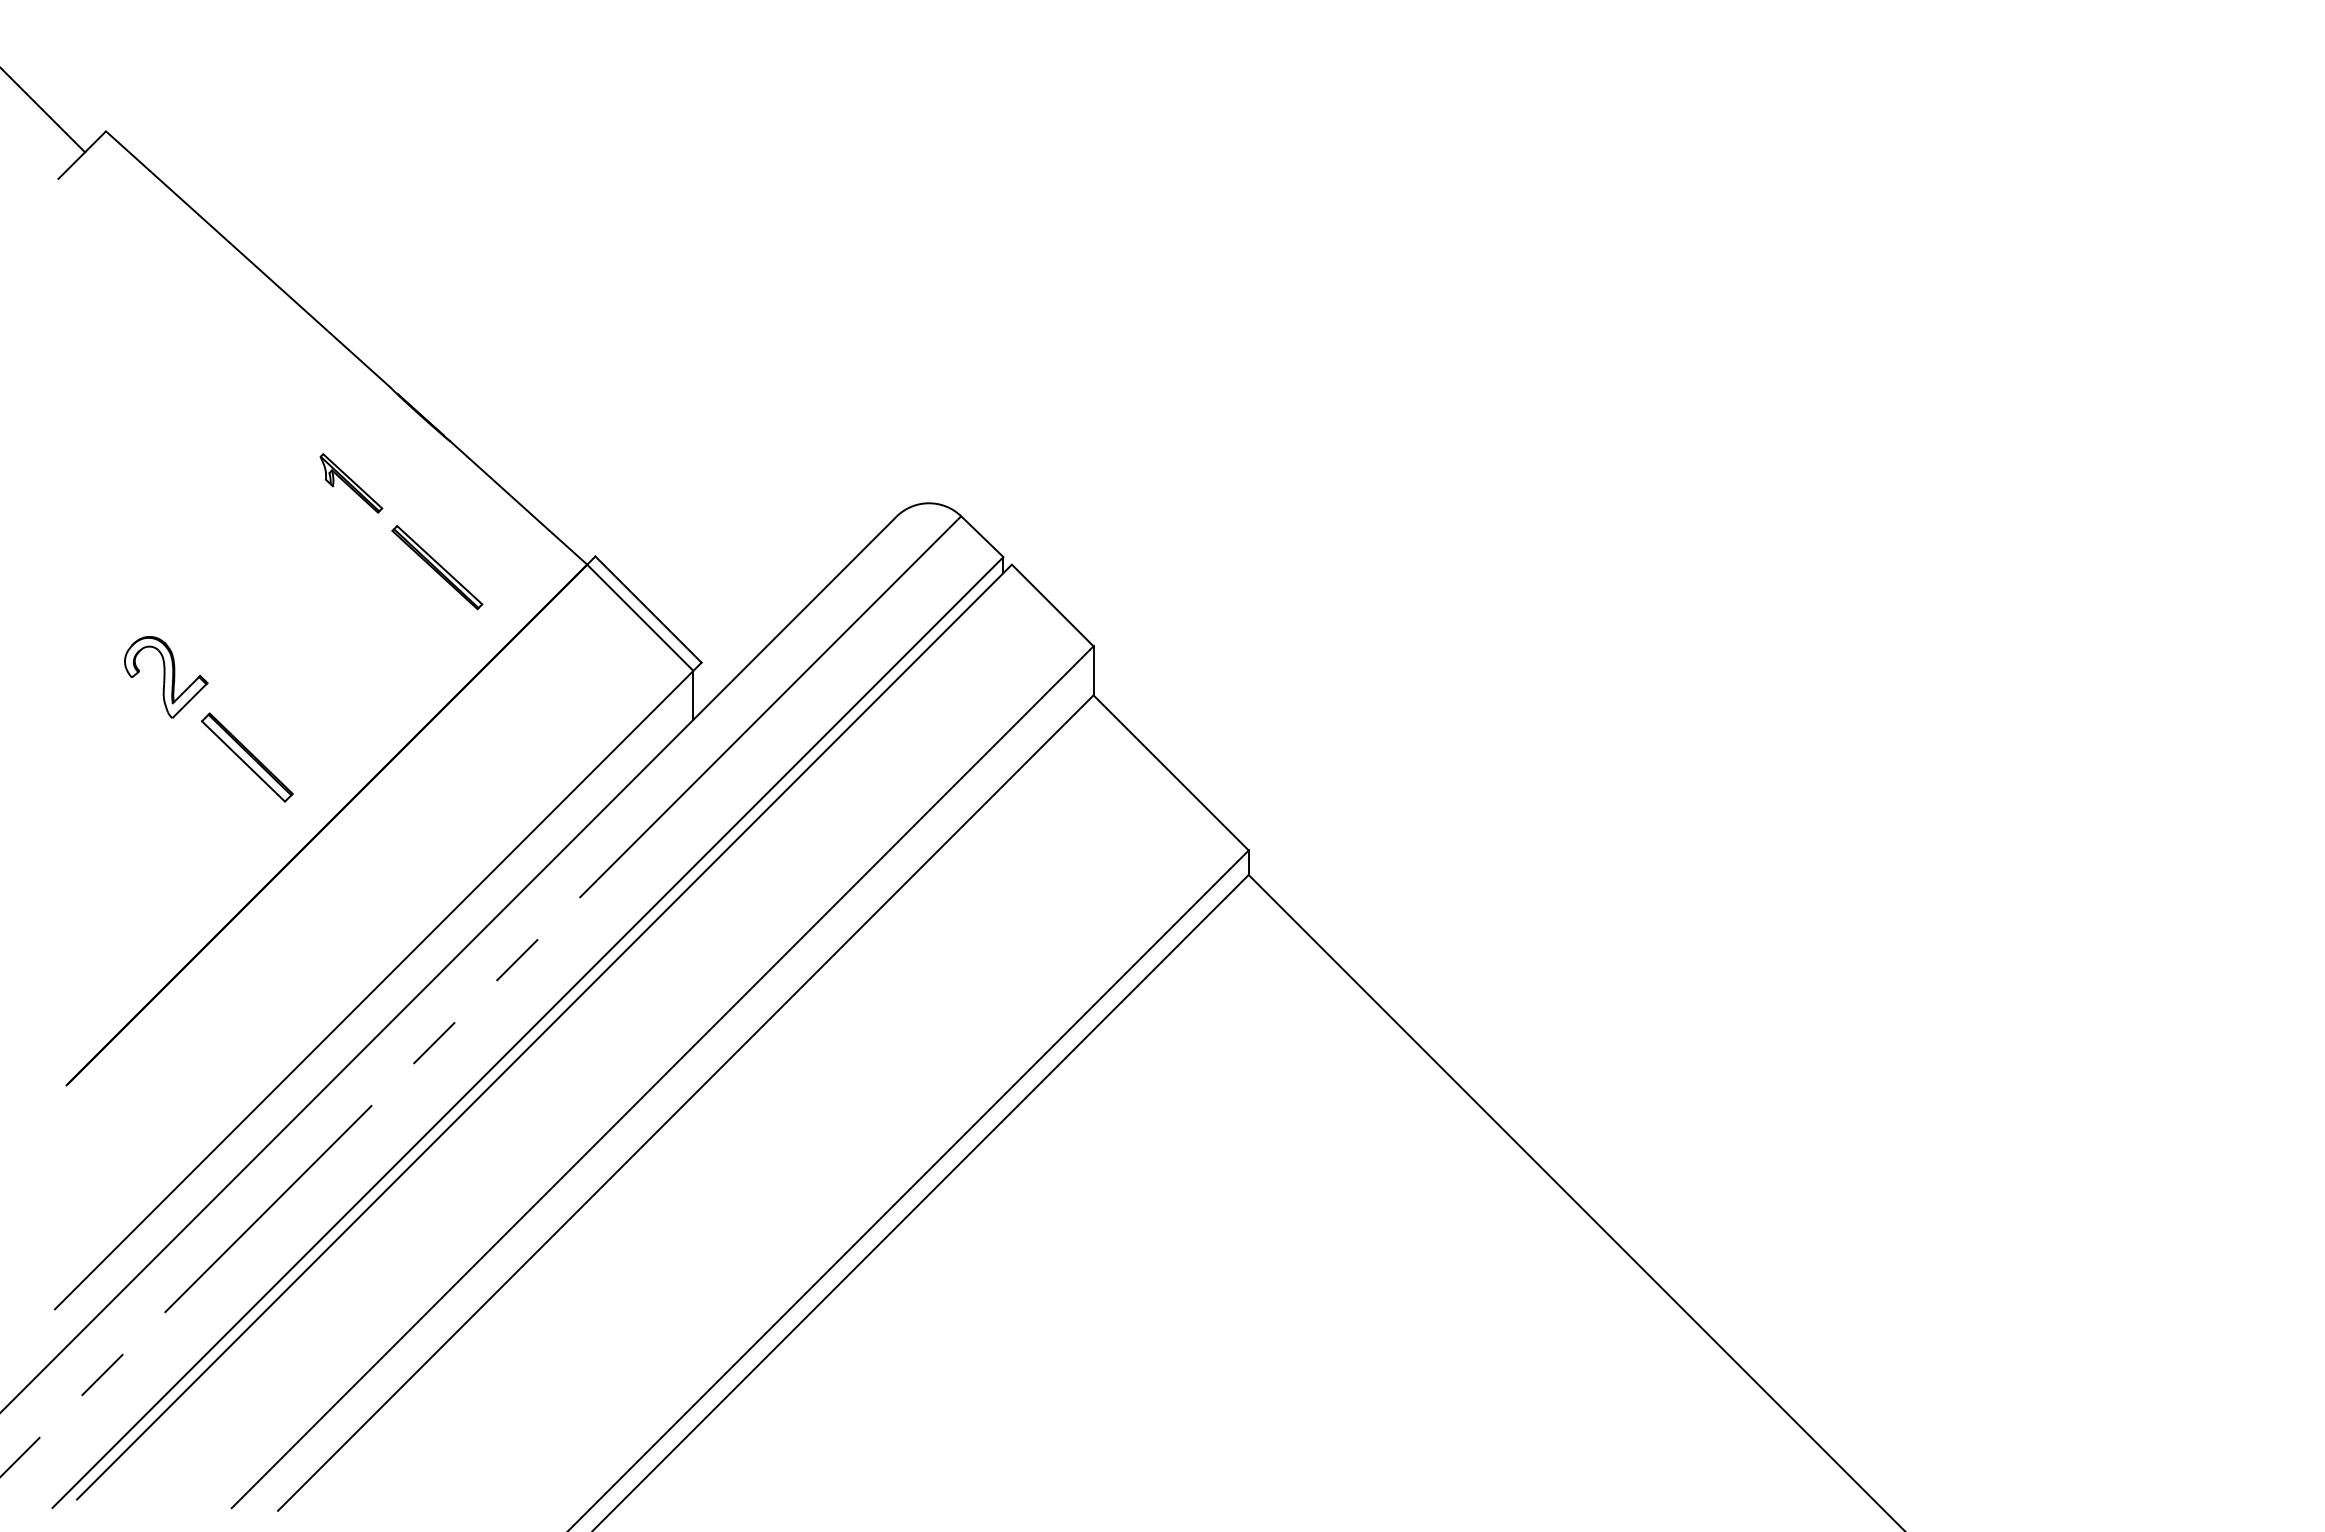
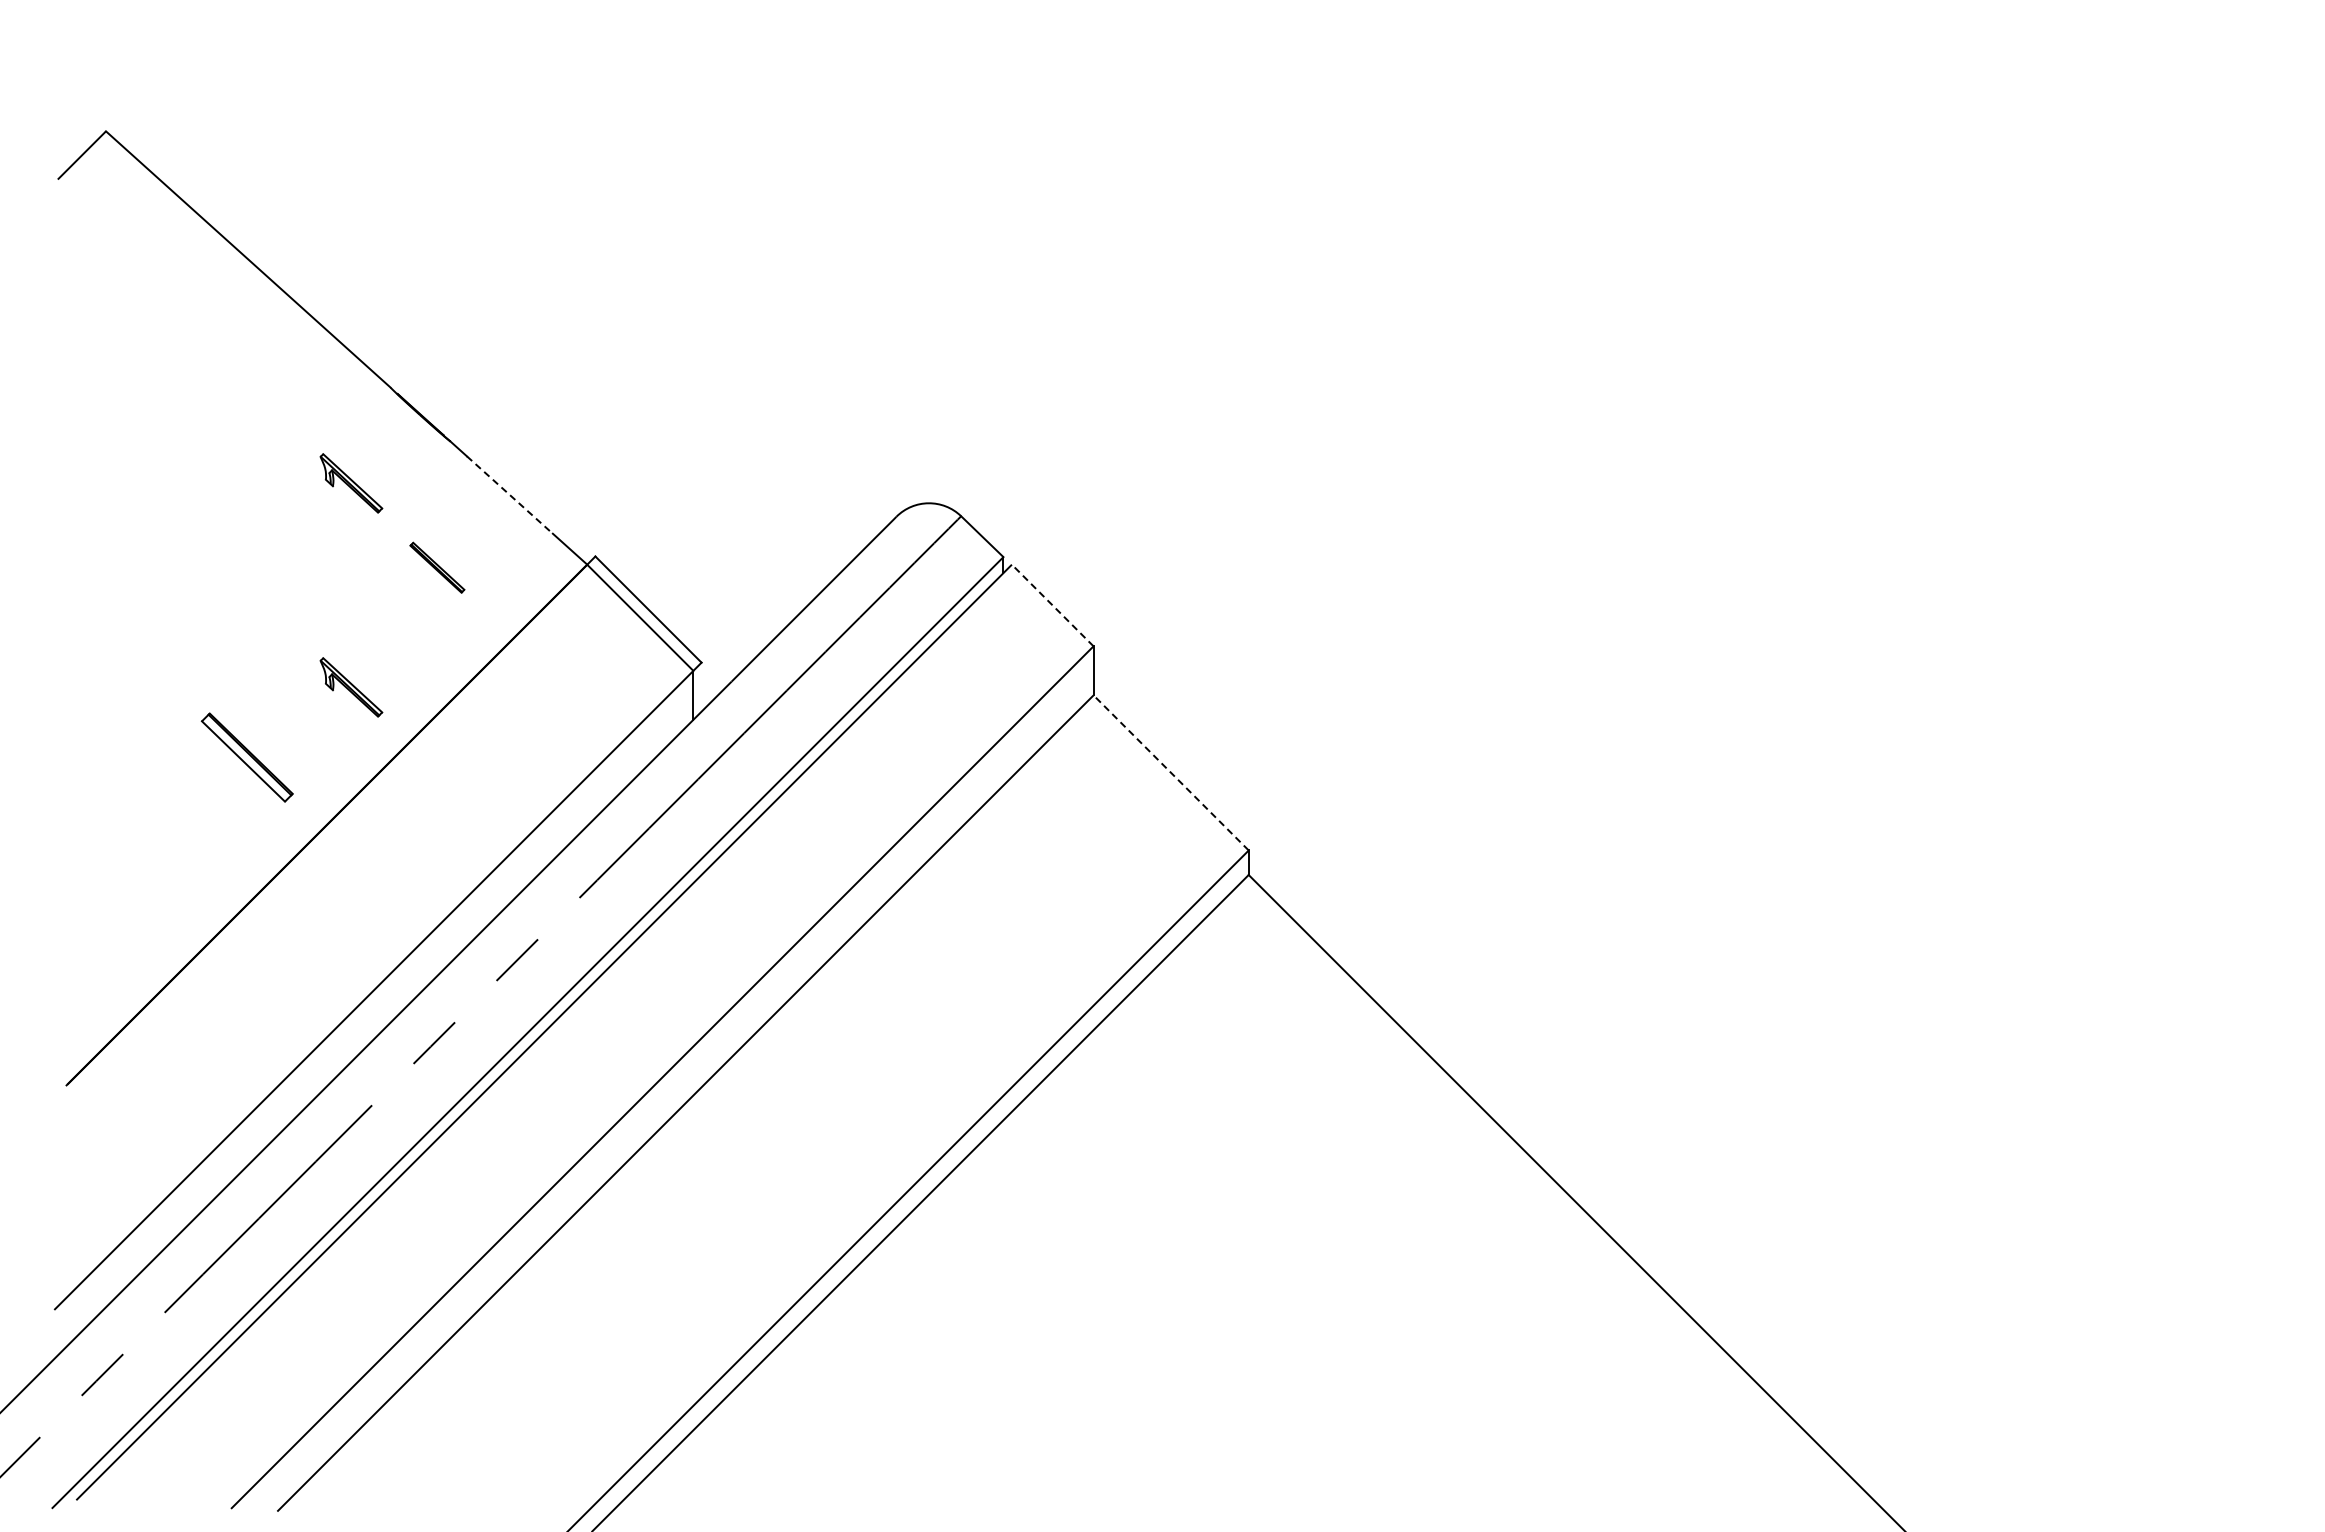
line at (43, 110): present -> none
line at (510, 495): solid -> dashed
part at (437, 567) size: 93x86 px -> 57x53 px
line at (1052, 605): solid -> dashed
part at (166, 677): present -> none
part at (351, 687): none -> present
line at (1171, 772): solid -> dashed
